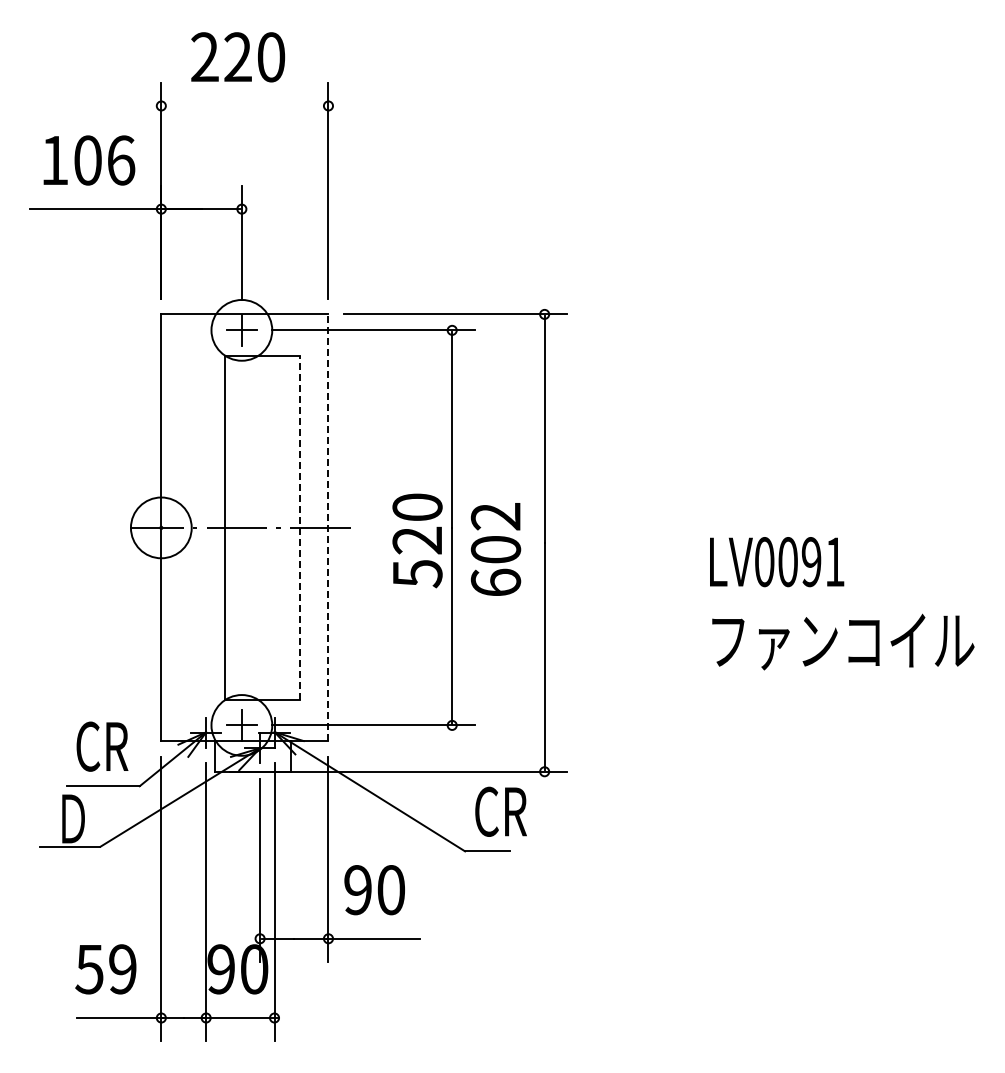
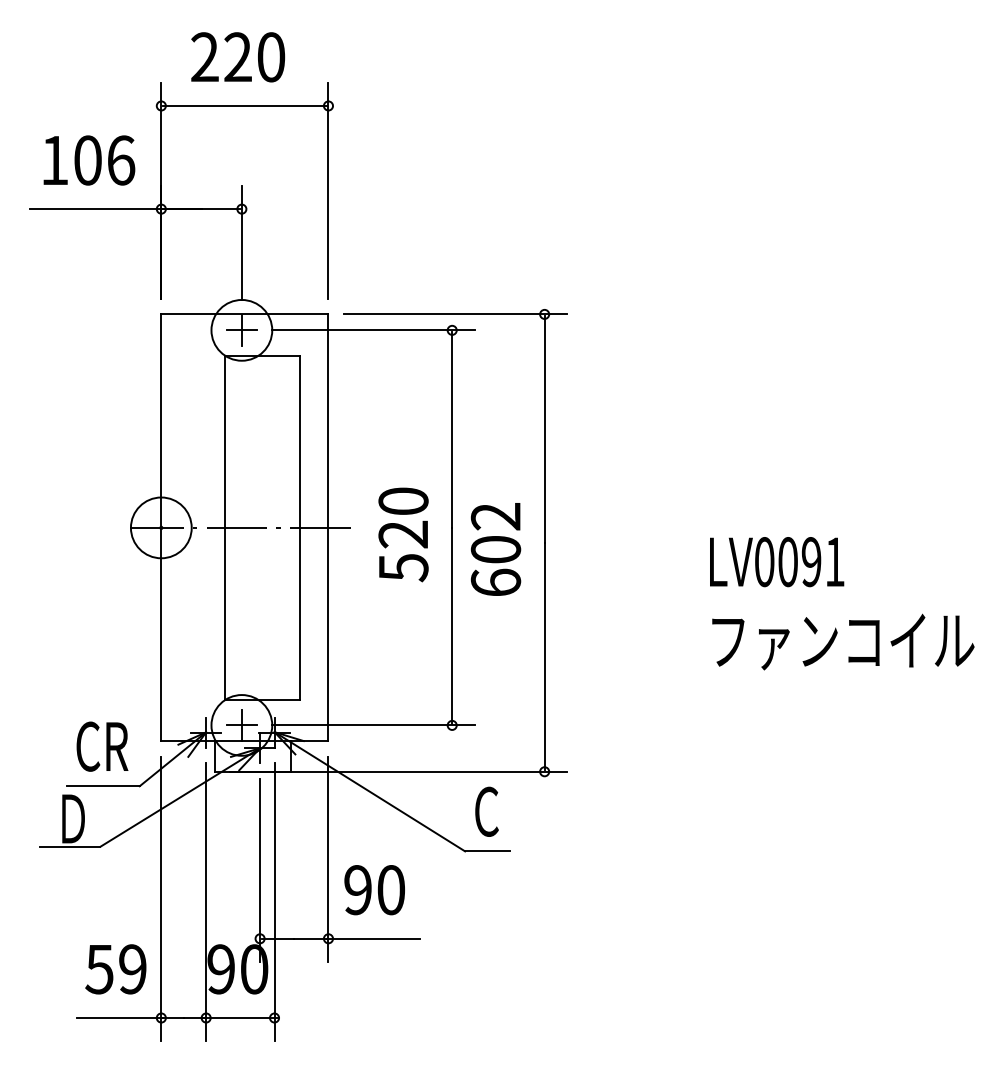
line at (244, 105): none -> present
line at (299, 527): dashed -> solid
line at (328, 527): dashed -> solid
text at (417, 540) position: (417, 540) -> (403, 534)
text at (515, 811): CR -> C
text at (105, 969) position: (105, 969) -> (115, 969)
